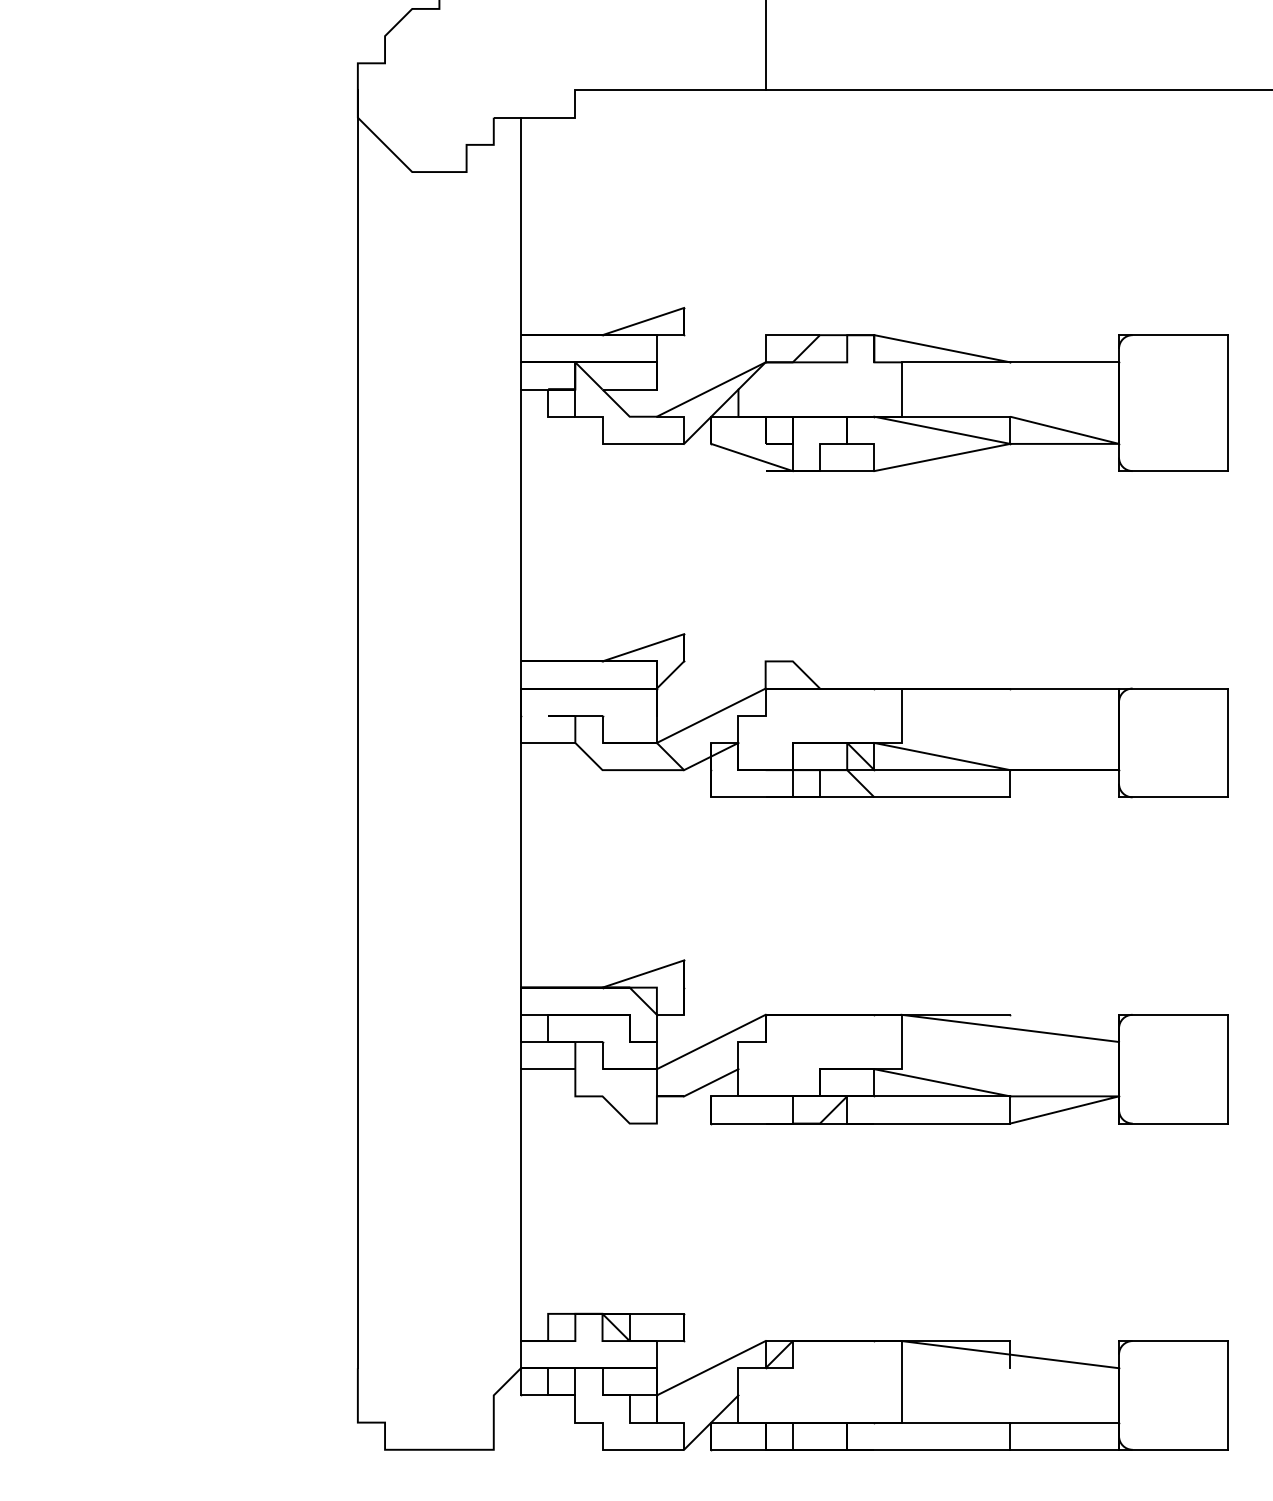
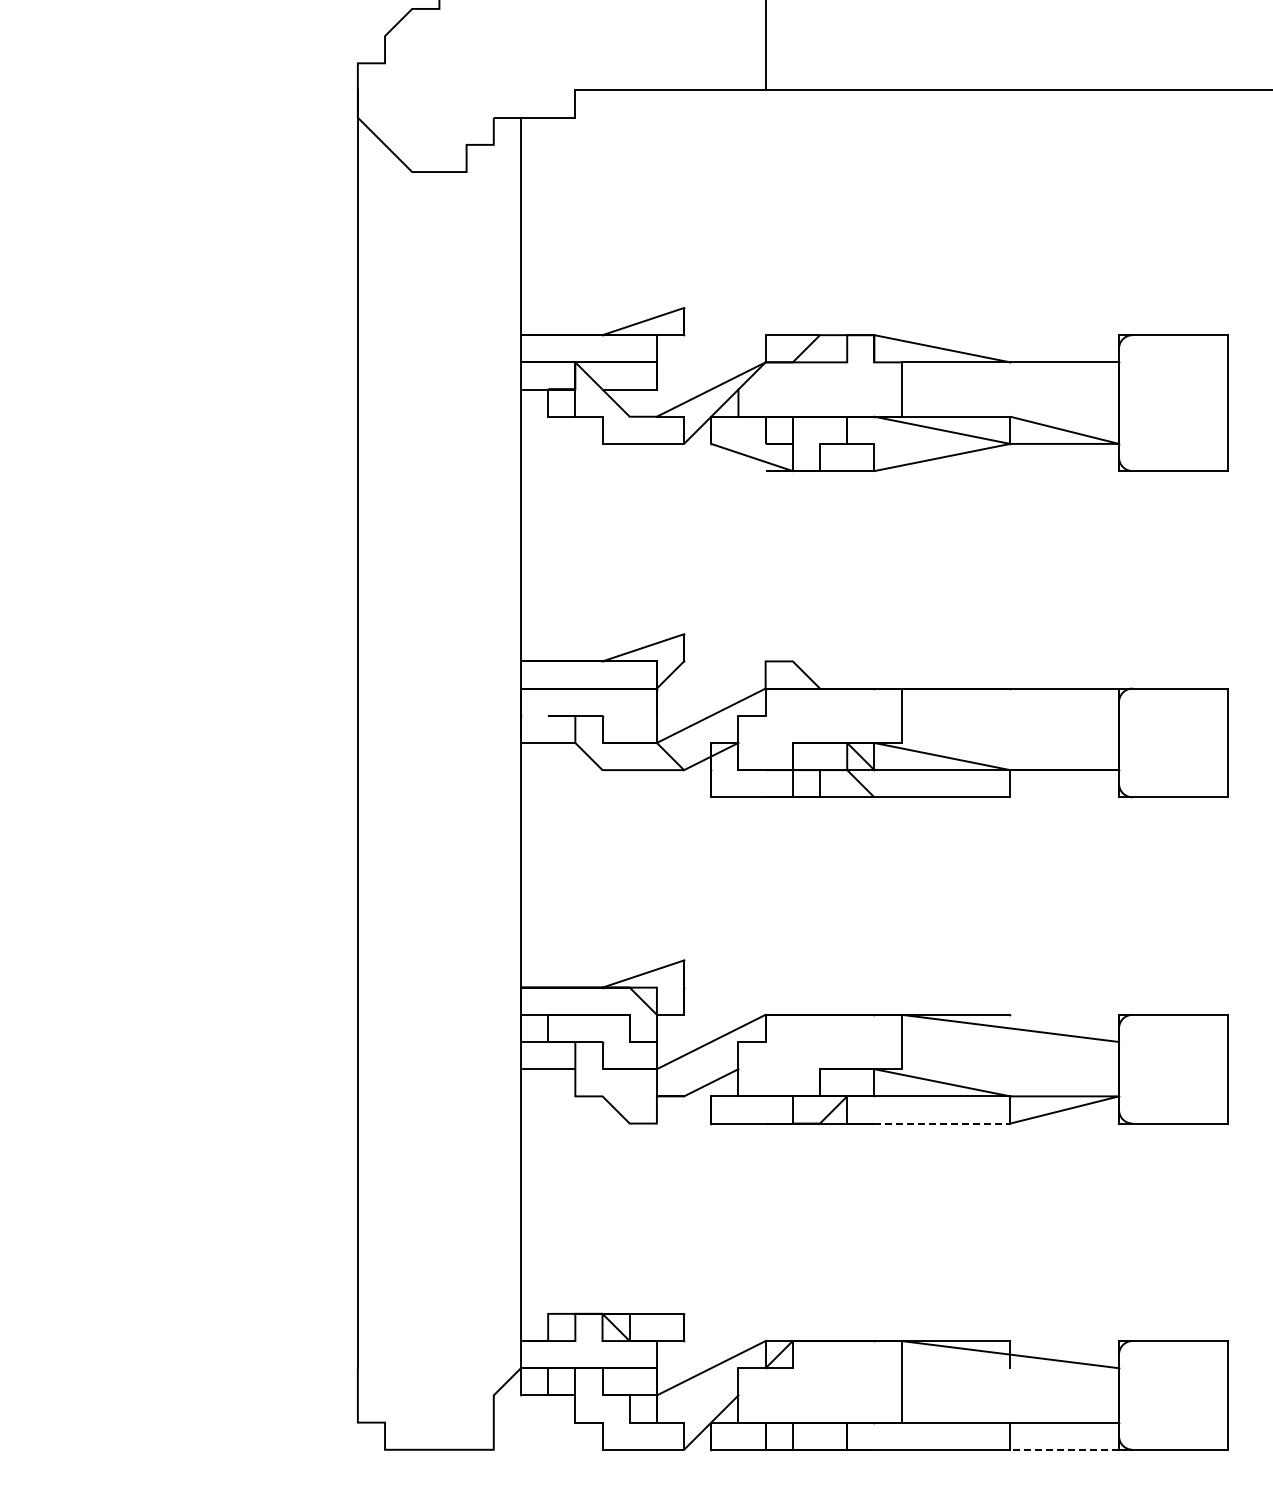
line at (942, 1123): solid -> dashed
line at (1064, 1449): solid -> dashed
